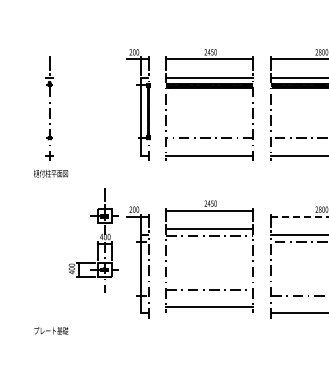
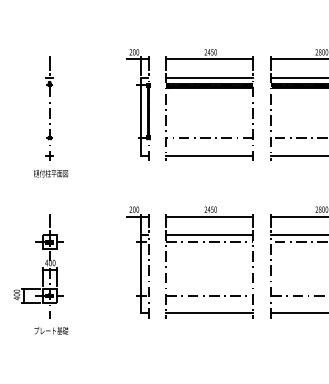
line at (300, 216): dashed -> solid
part at (209, 236) position: (209, 236) -> (209, 242)
part at (93, 240) position: (93, 240) -> (38, 266)
